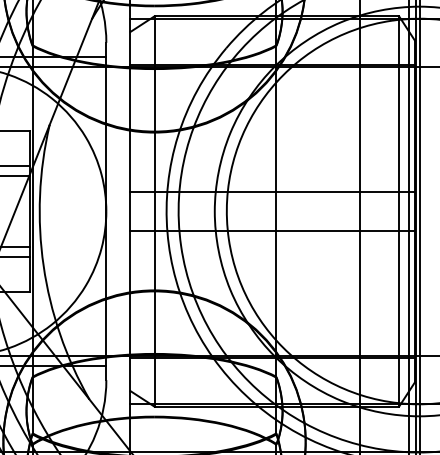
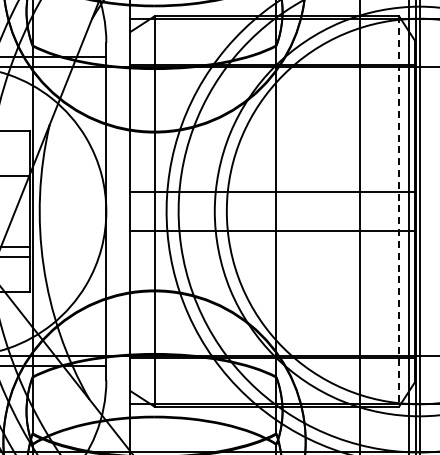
line at (16, 166): present -> none
line at (399, 212): solid -> dashed
